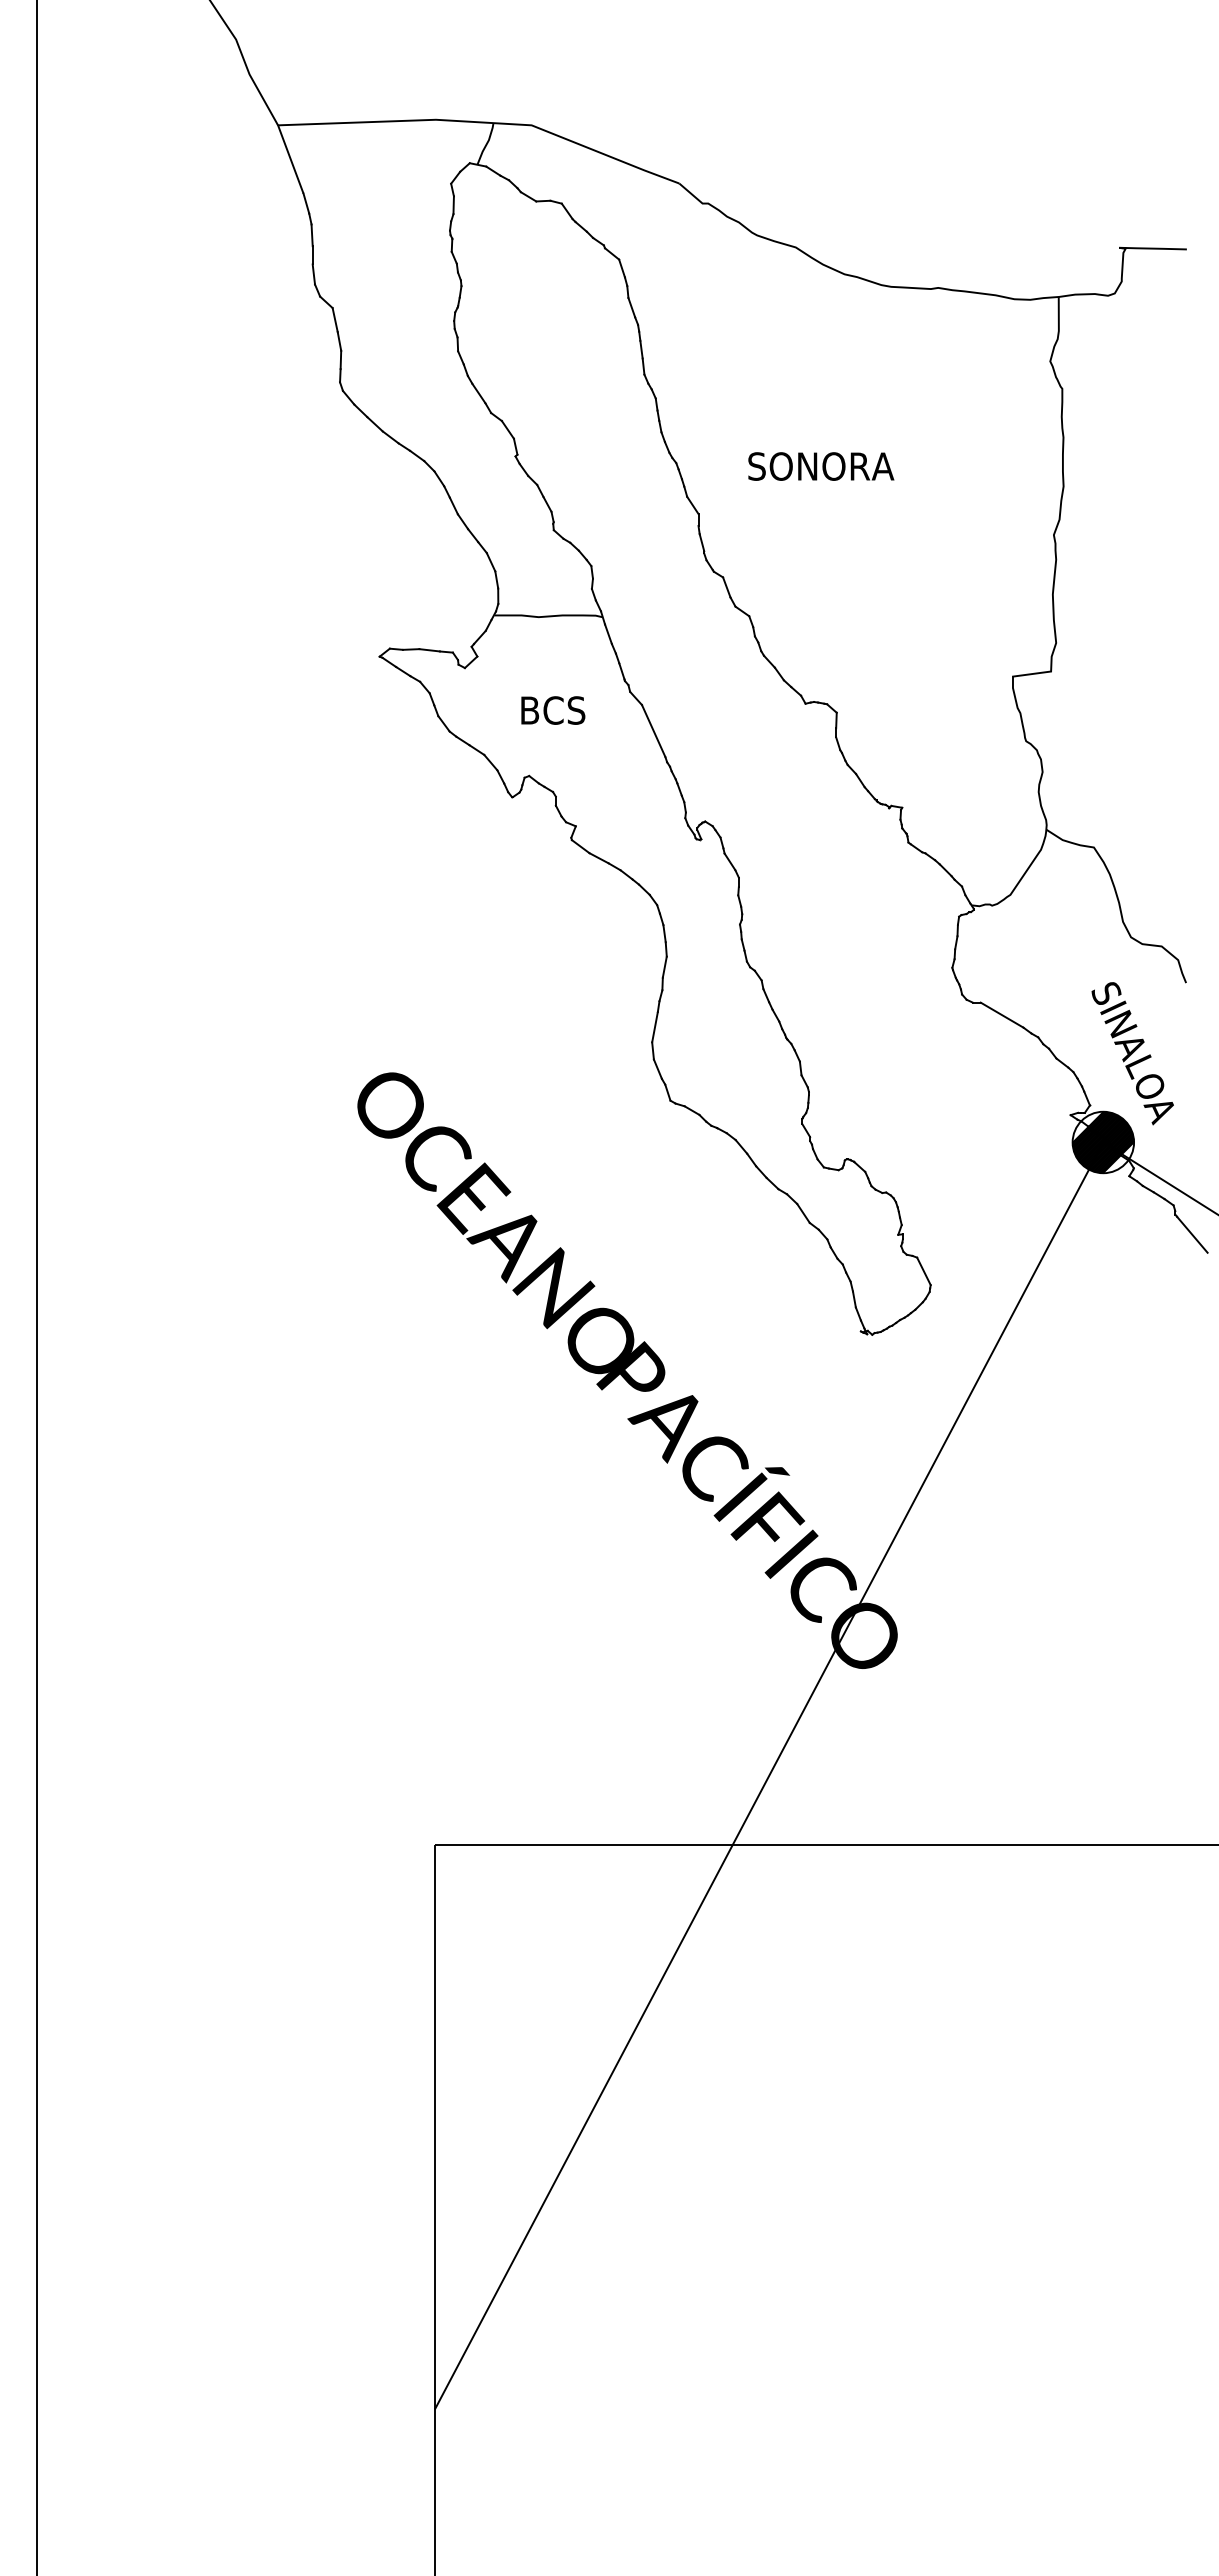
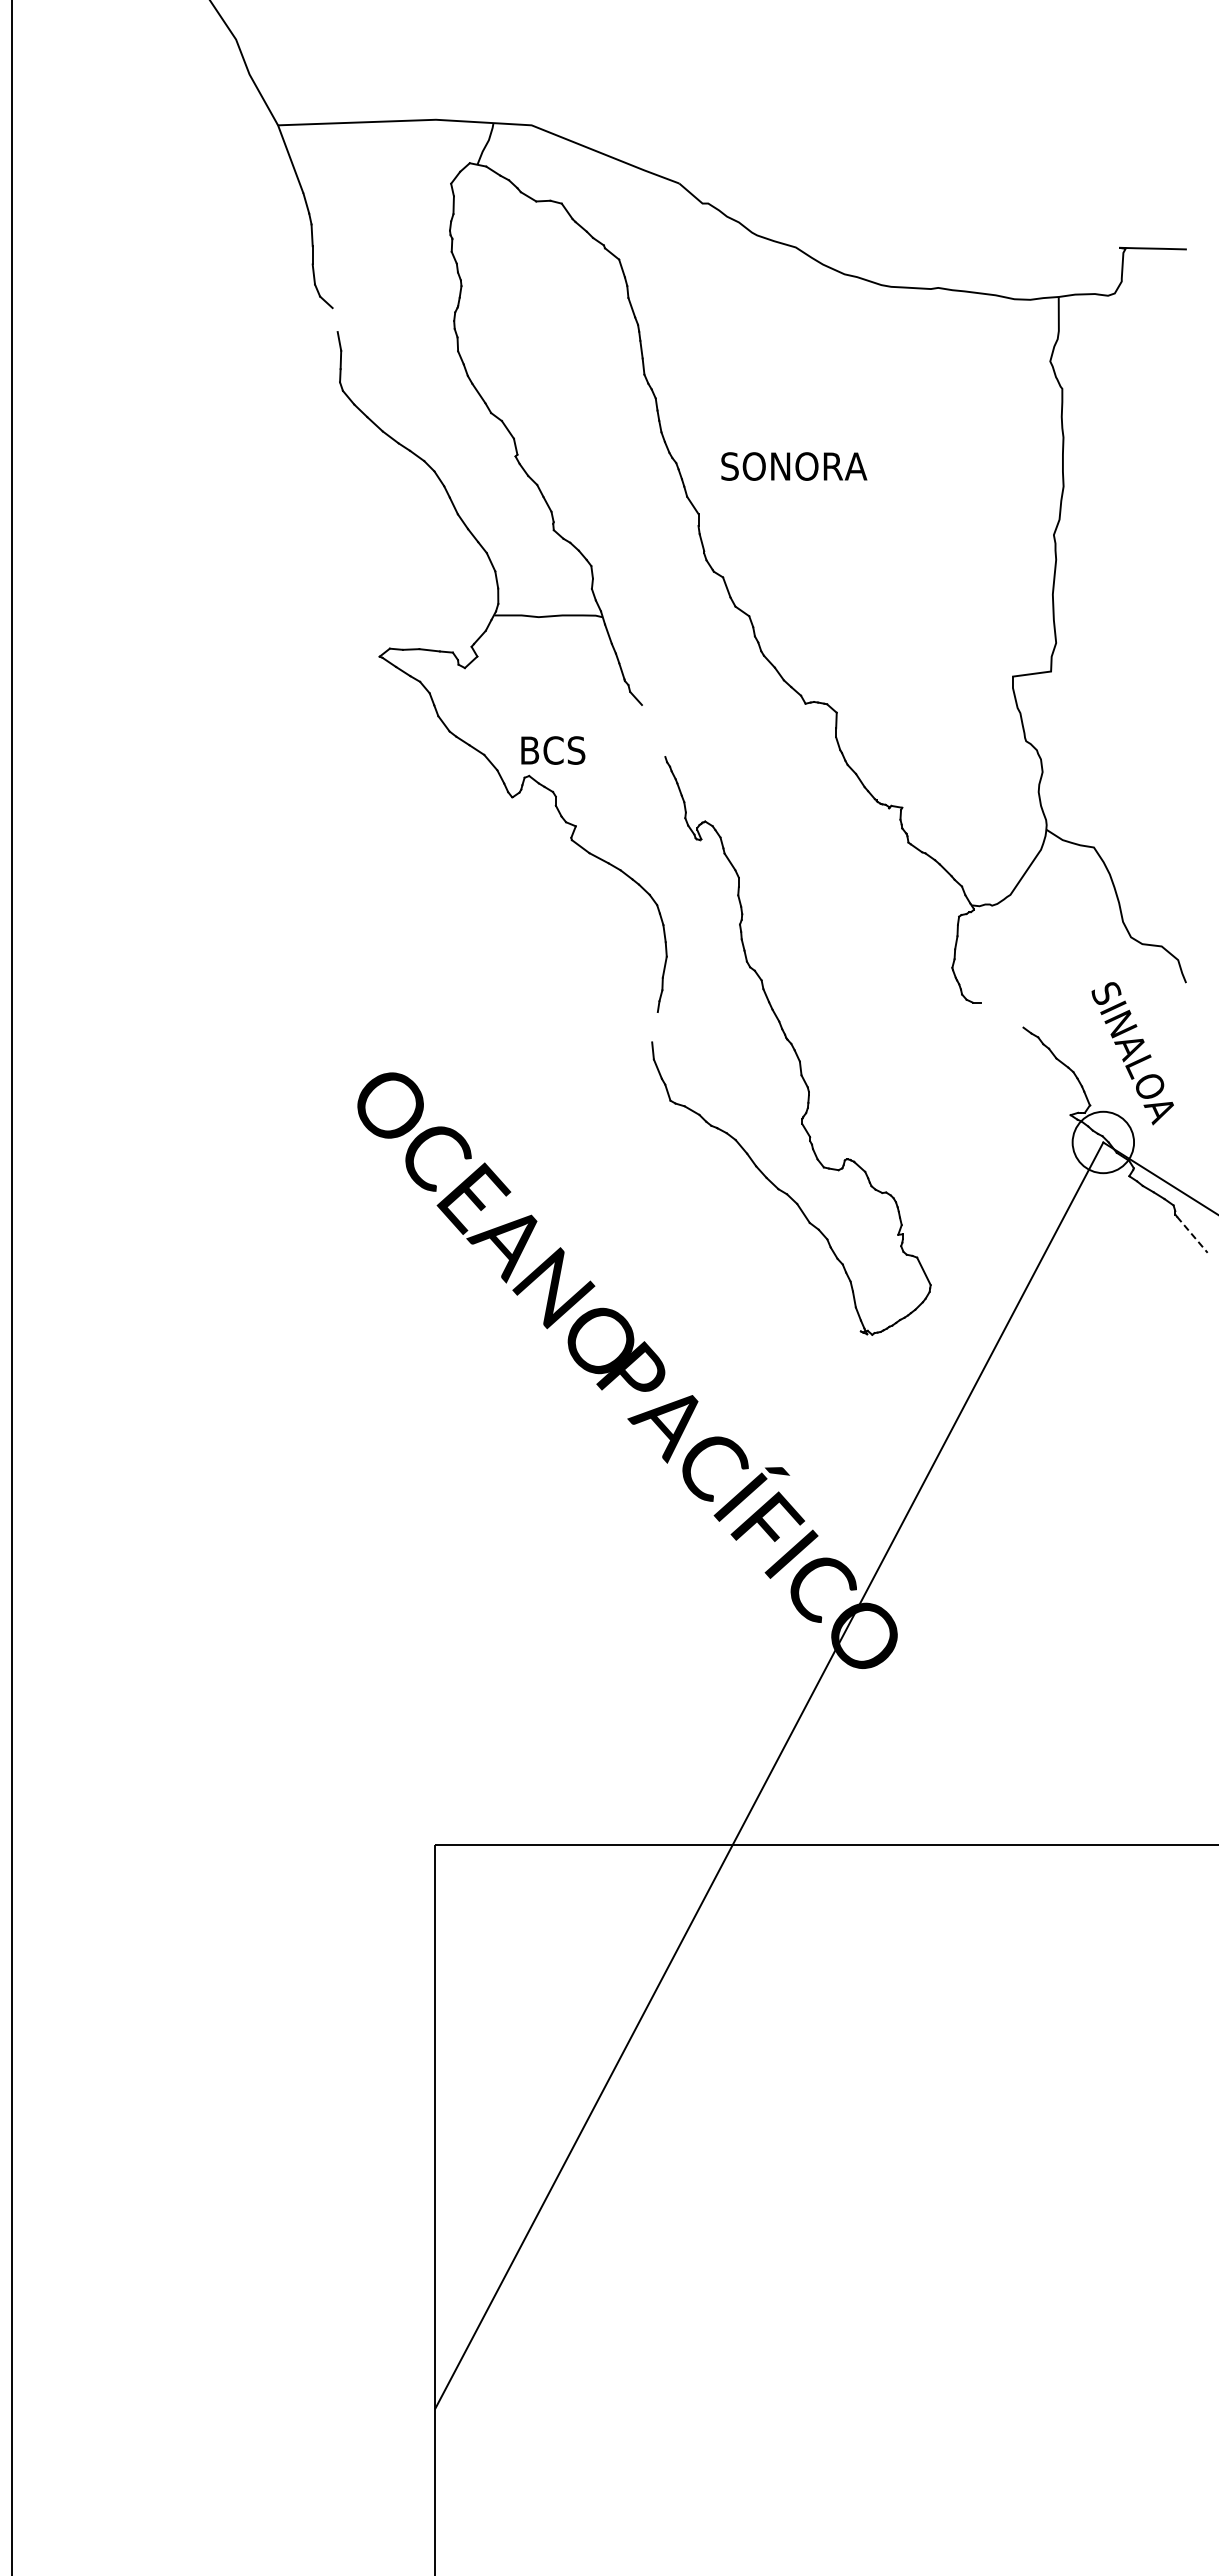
line at (334, 320): present -> none
text at (821, 466) position: (821, 466) -> (794, 466)
text at (553, 710) position: (553, 710) -> (553, 750)
line at (653, 731): present -> none
line at (1001, 1014): present -> none
line at (654, 1027): present -> none
hatch at (1103, 1142): present -> none
line at (1192, 1234): solid -> dashed
line at (36, 1287) position: (36, 1287) -> (11, 1287)
